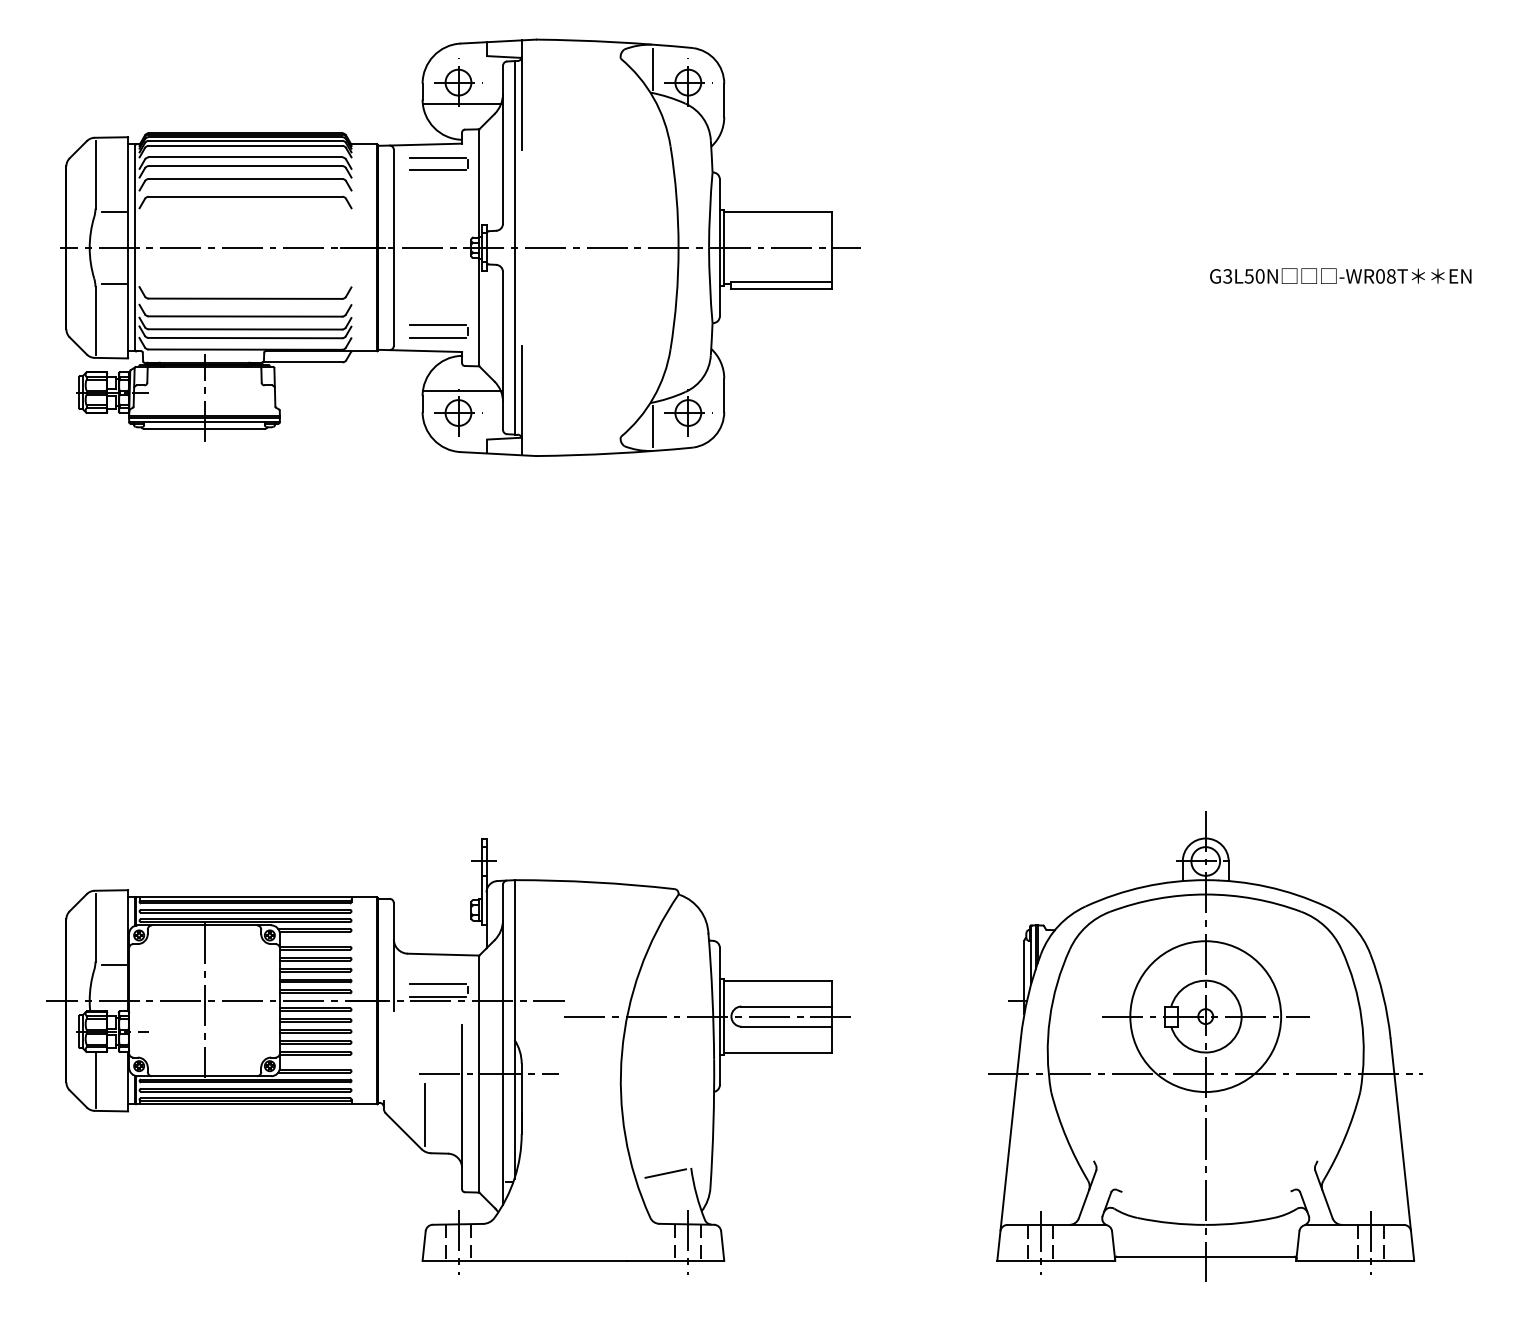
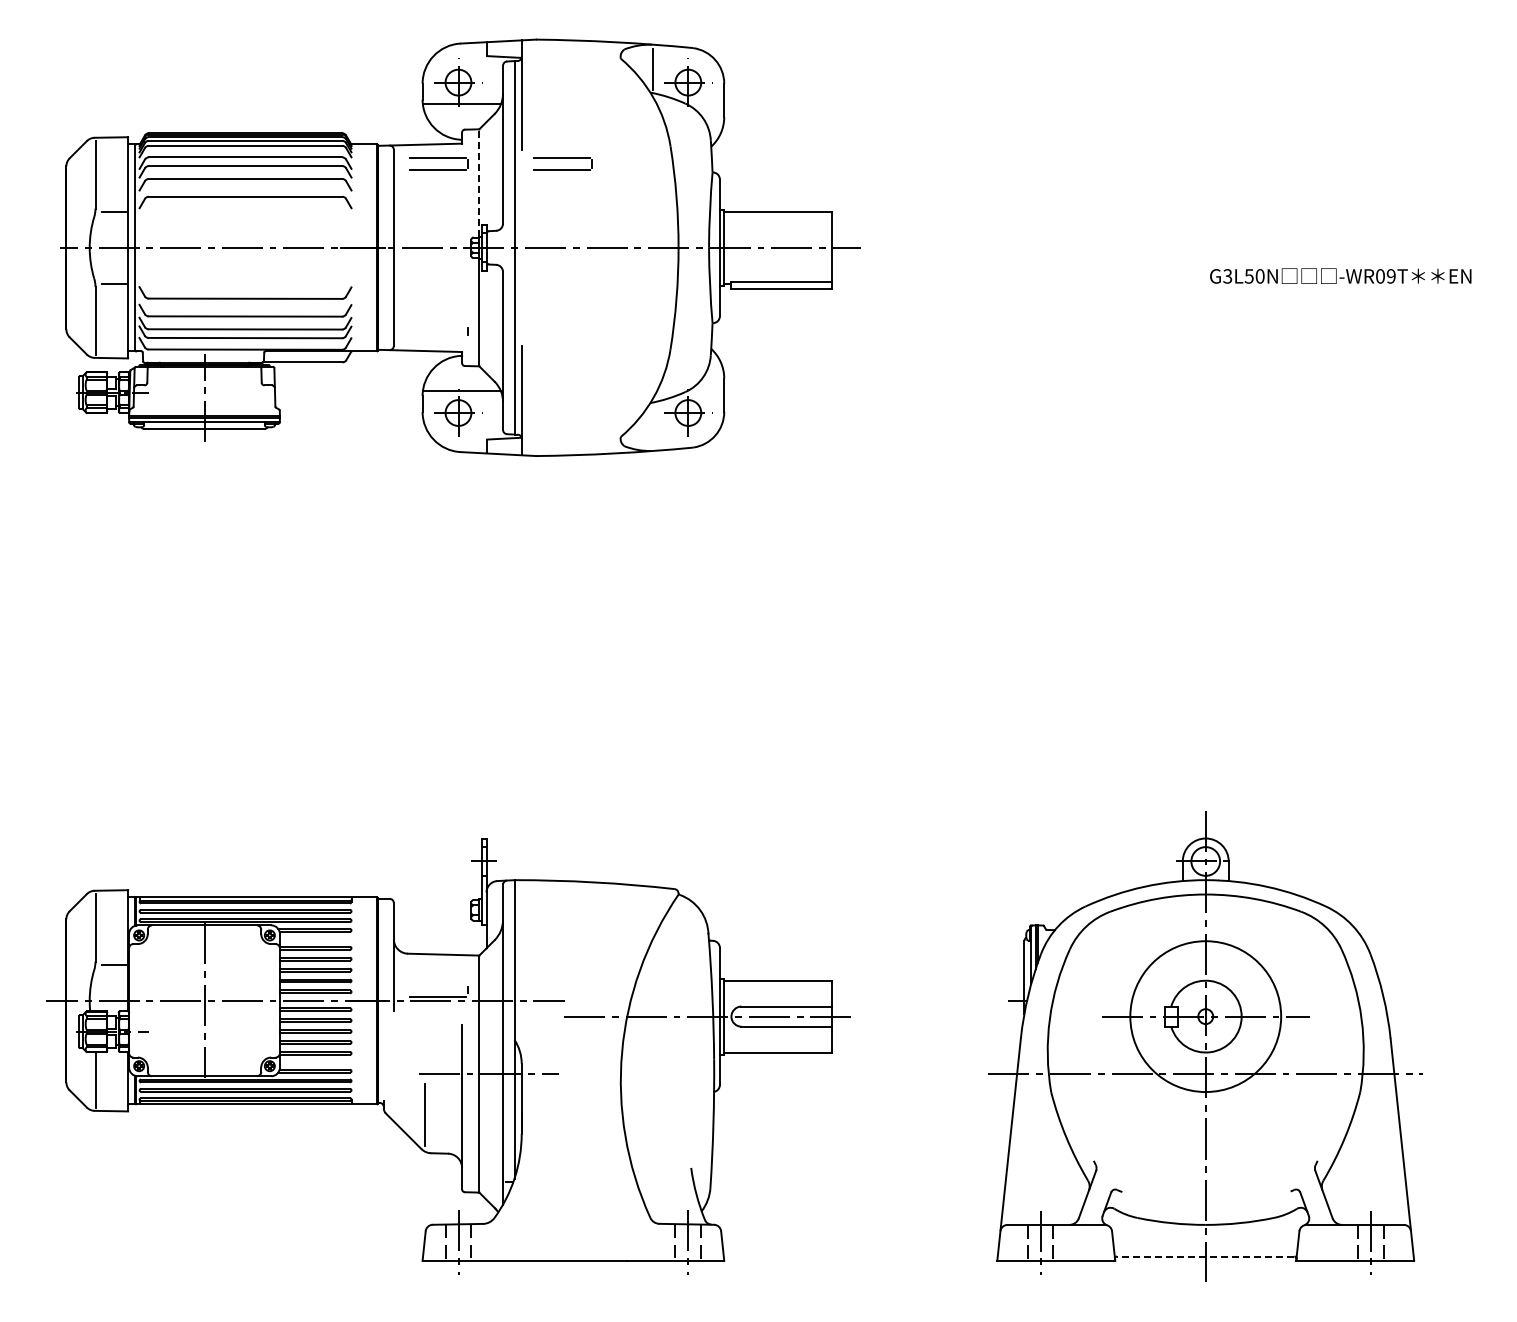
part at (562, 163): none -> present
line at (479, 183): solid -> dashed
text at (1390, 276): -WR08T -> -WR09T
line at (437, 325): present -> none
line at (437, 337): present -> none
line at (653, 425): present -> none
line at (437, 984): present -> none
line at (665, 1173): present -> none
line at (1205, 1256): solid -> dashed
